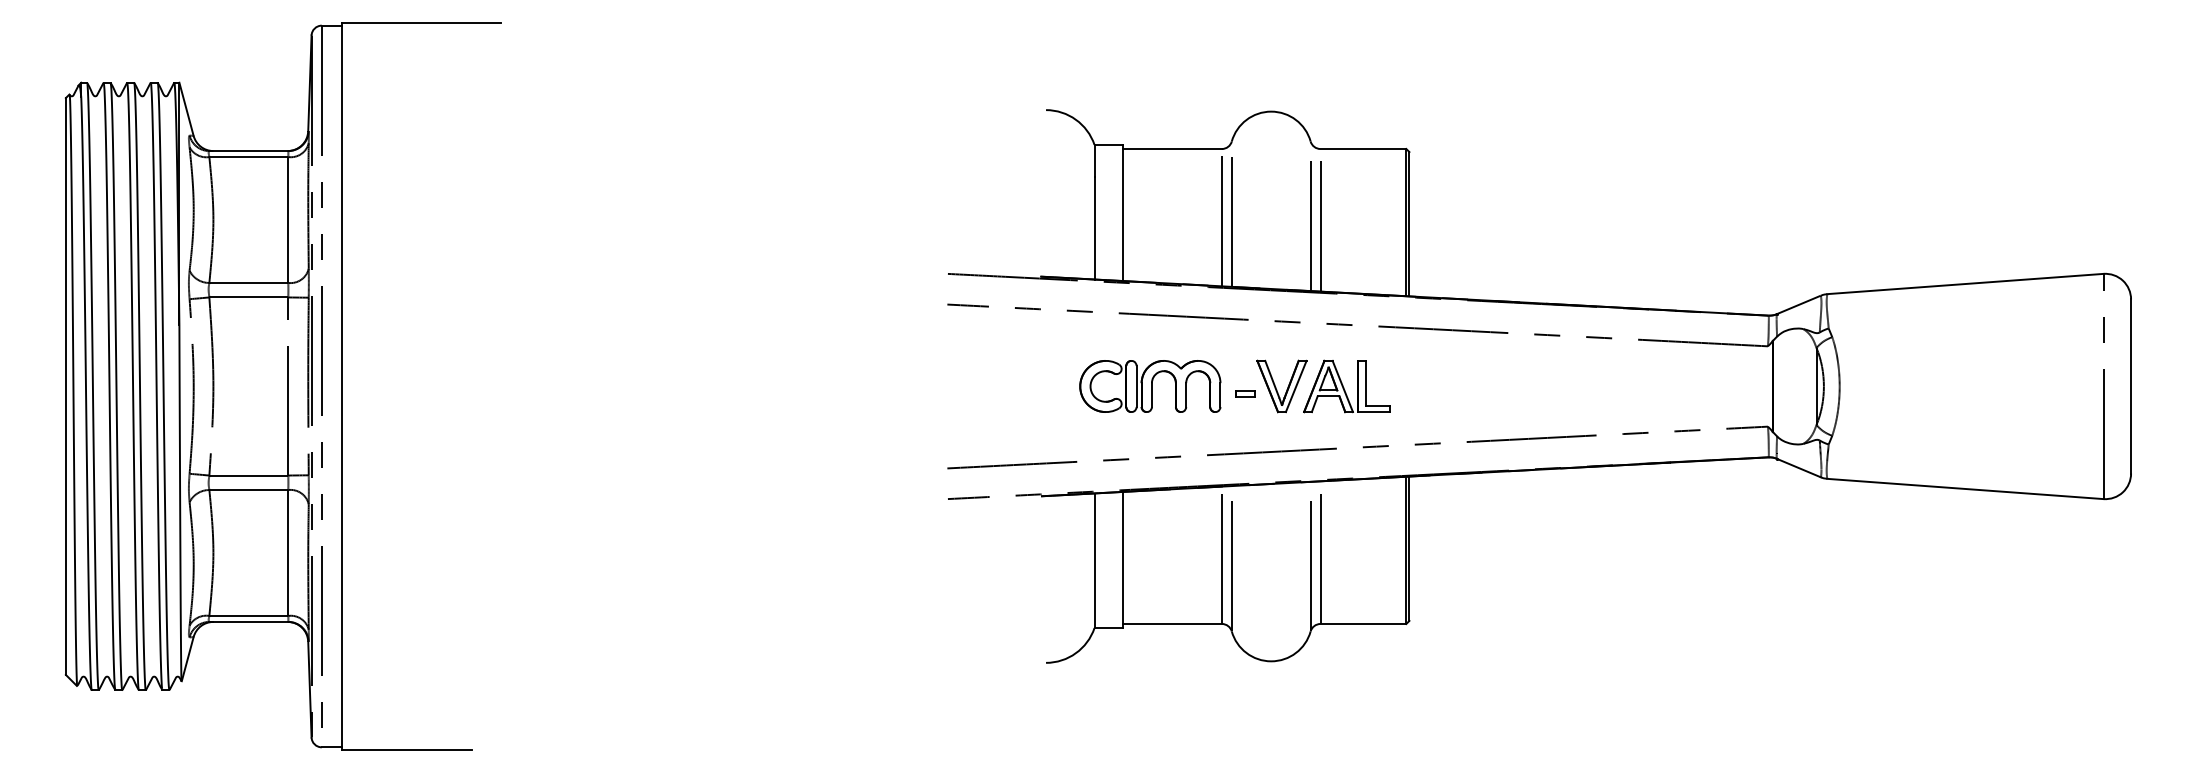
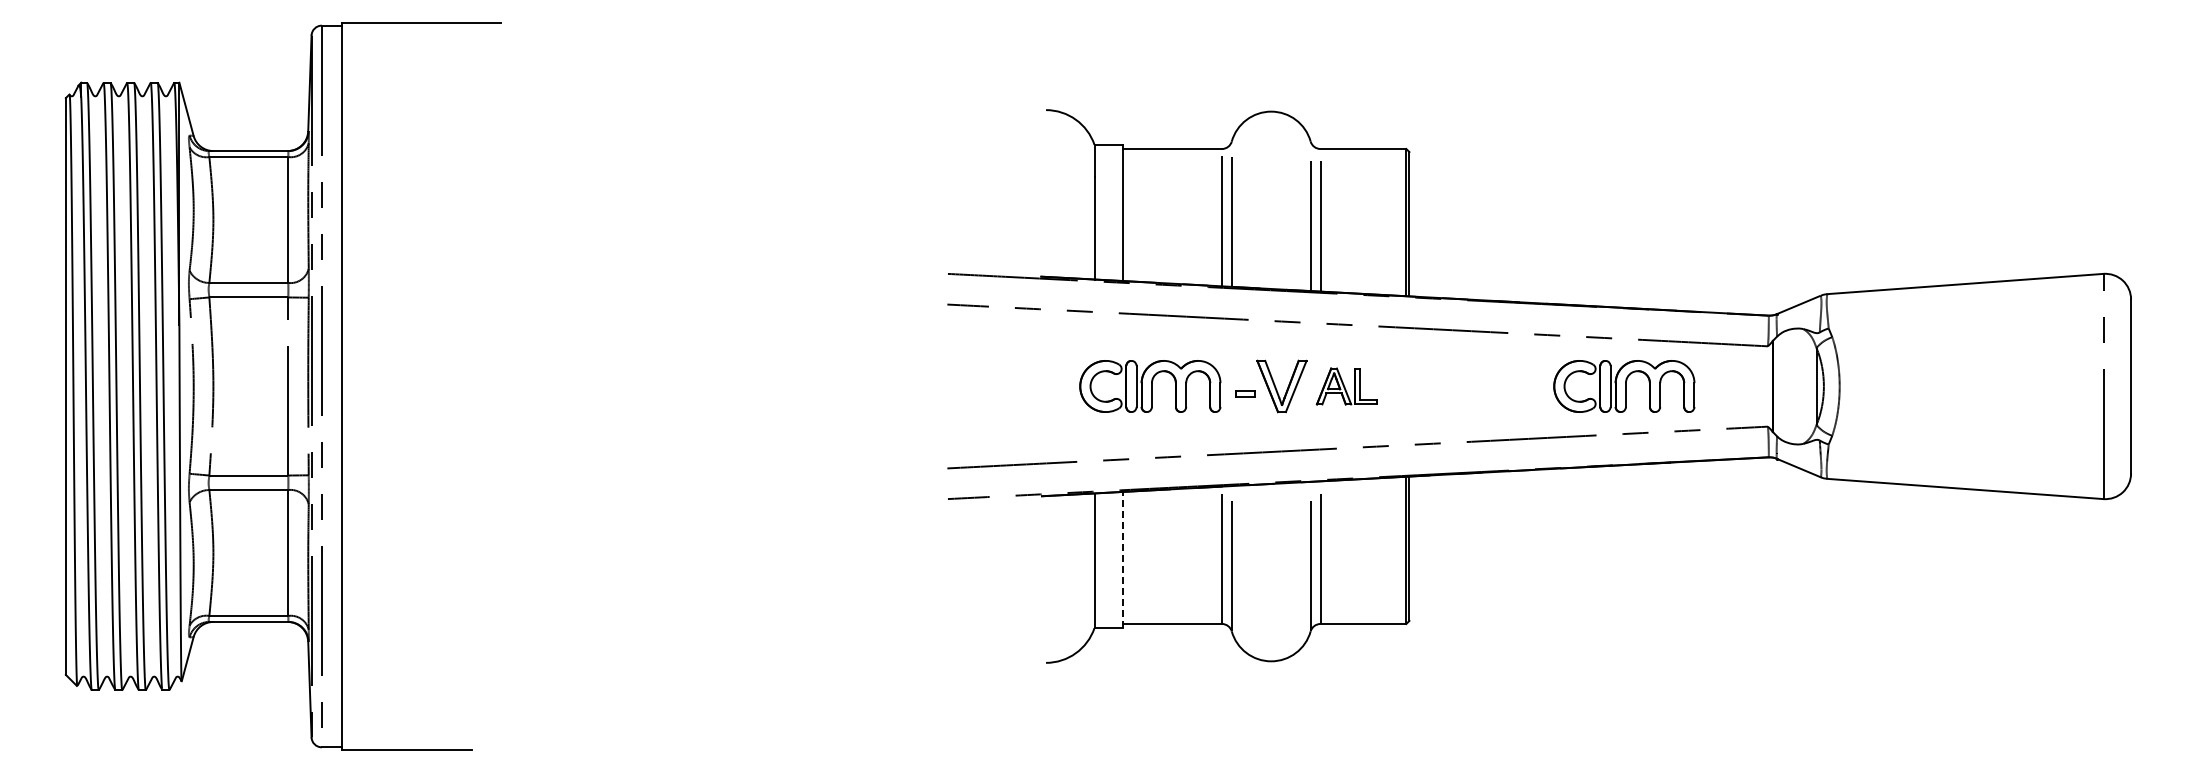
part at (1346, 386) size: 88x55 px -> 63x39 px
part at (1624, 386): none -> present
line at (1122, 560): solid -> dashed
